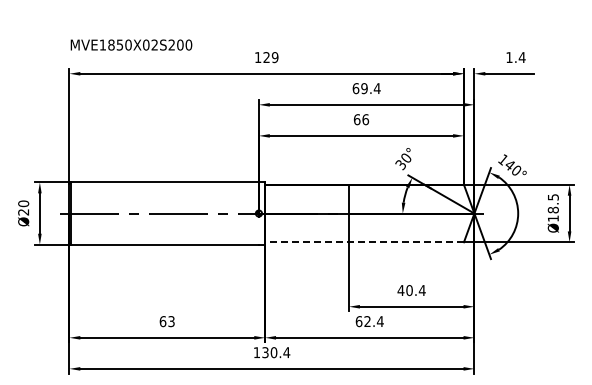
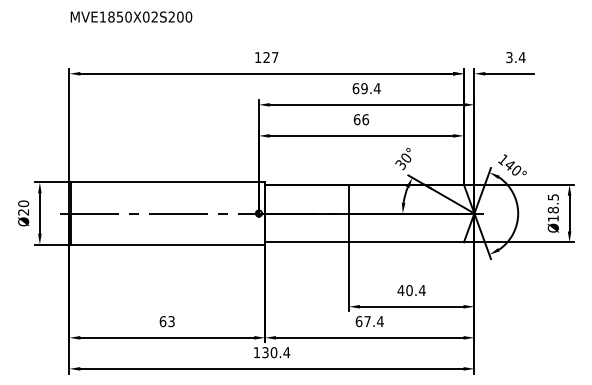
text at (131, 44) position: (131, 44) -> (131, 16)
text at (274, 57): 129 -> 127
text at (509, 57): 1.4 -> 3.4
line at (364, 242): dashed -> solid
text at (367, 321): 62.4 -> 67.4
